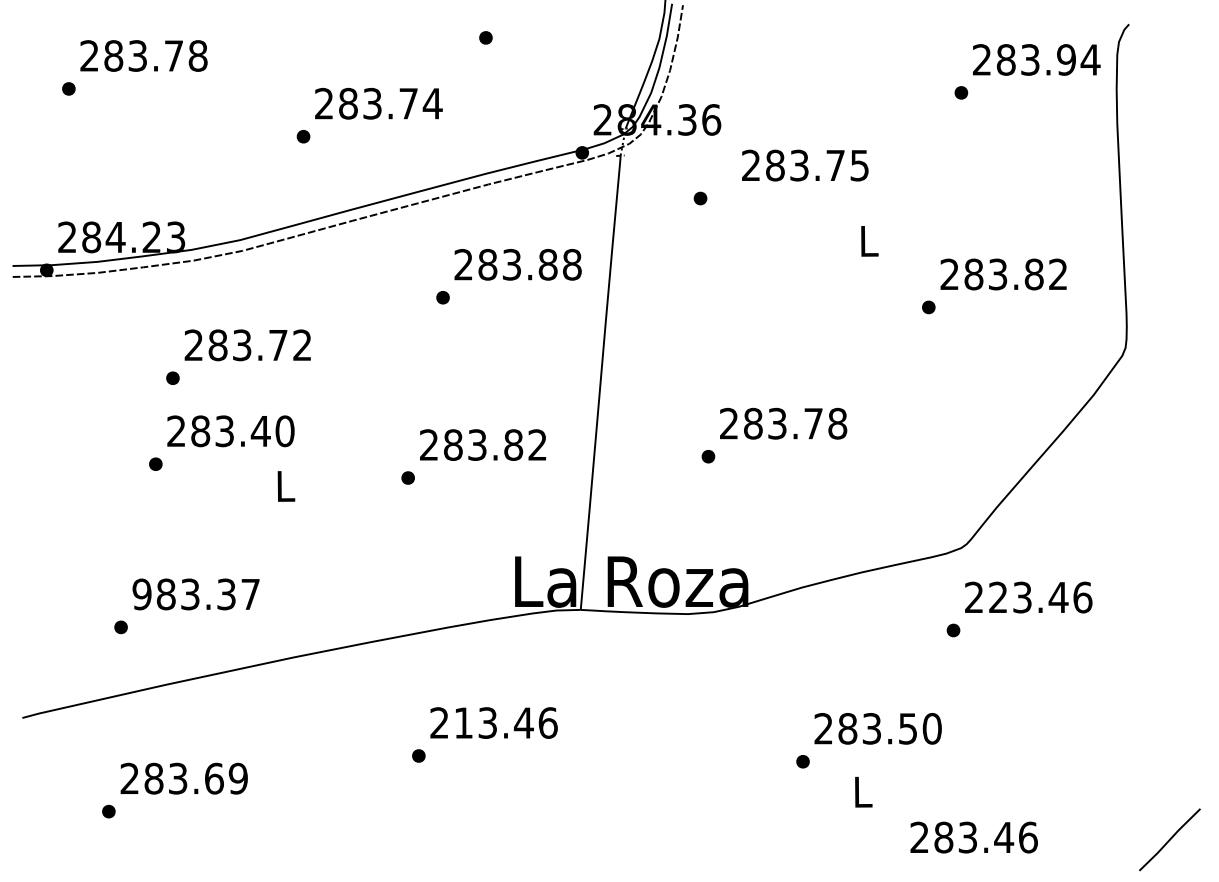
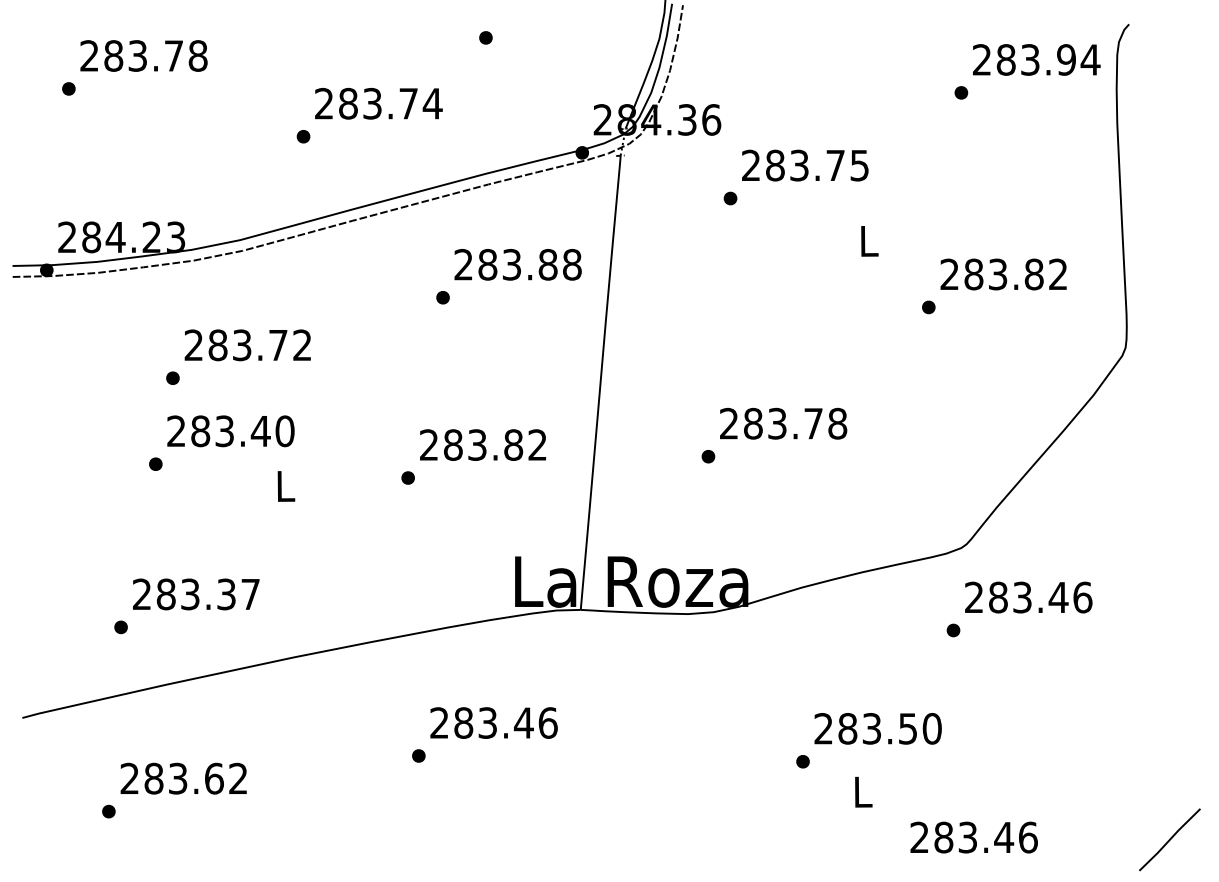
part at (700, 198) position: (700, 198) -> (730, 198)
text at (141, 594): 983.37 -> 283.37
text at (998, 597): 223.46 -> 283.46
text at (463, 722): 213.46 -> 283.46
text at (237, 778): 283.69 -> 283.62
